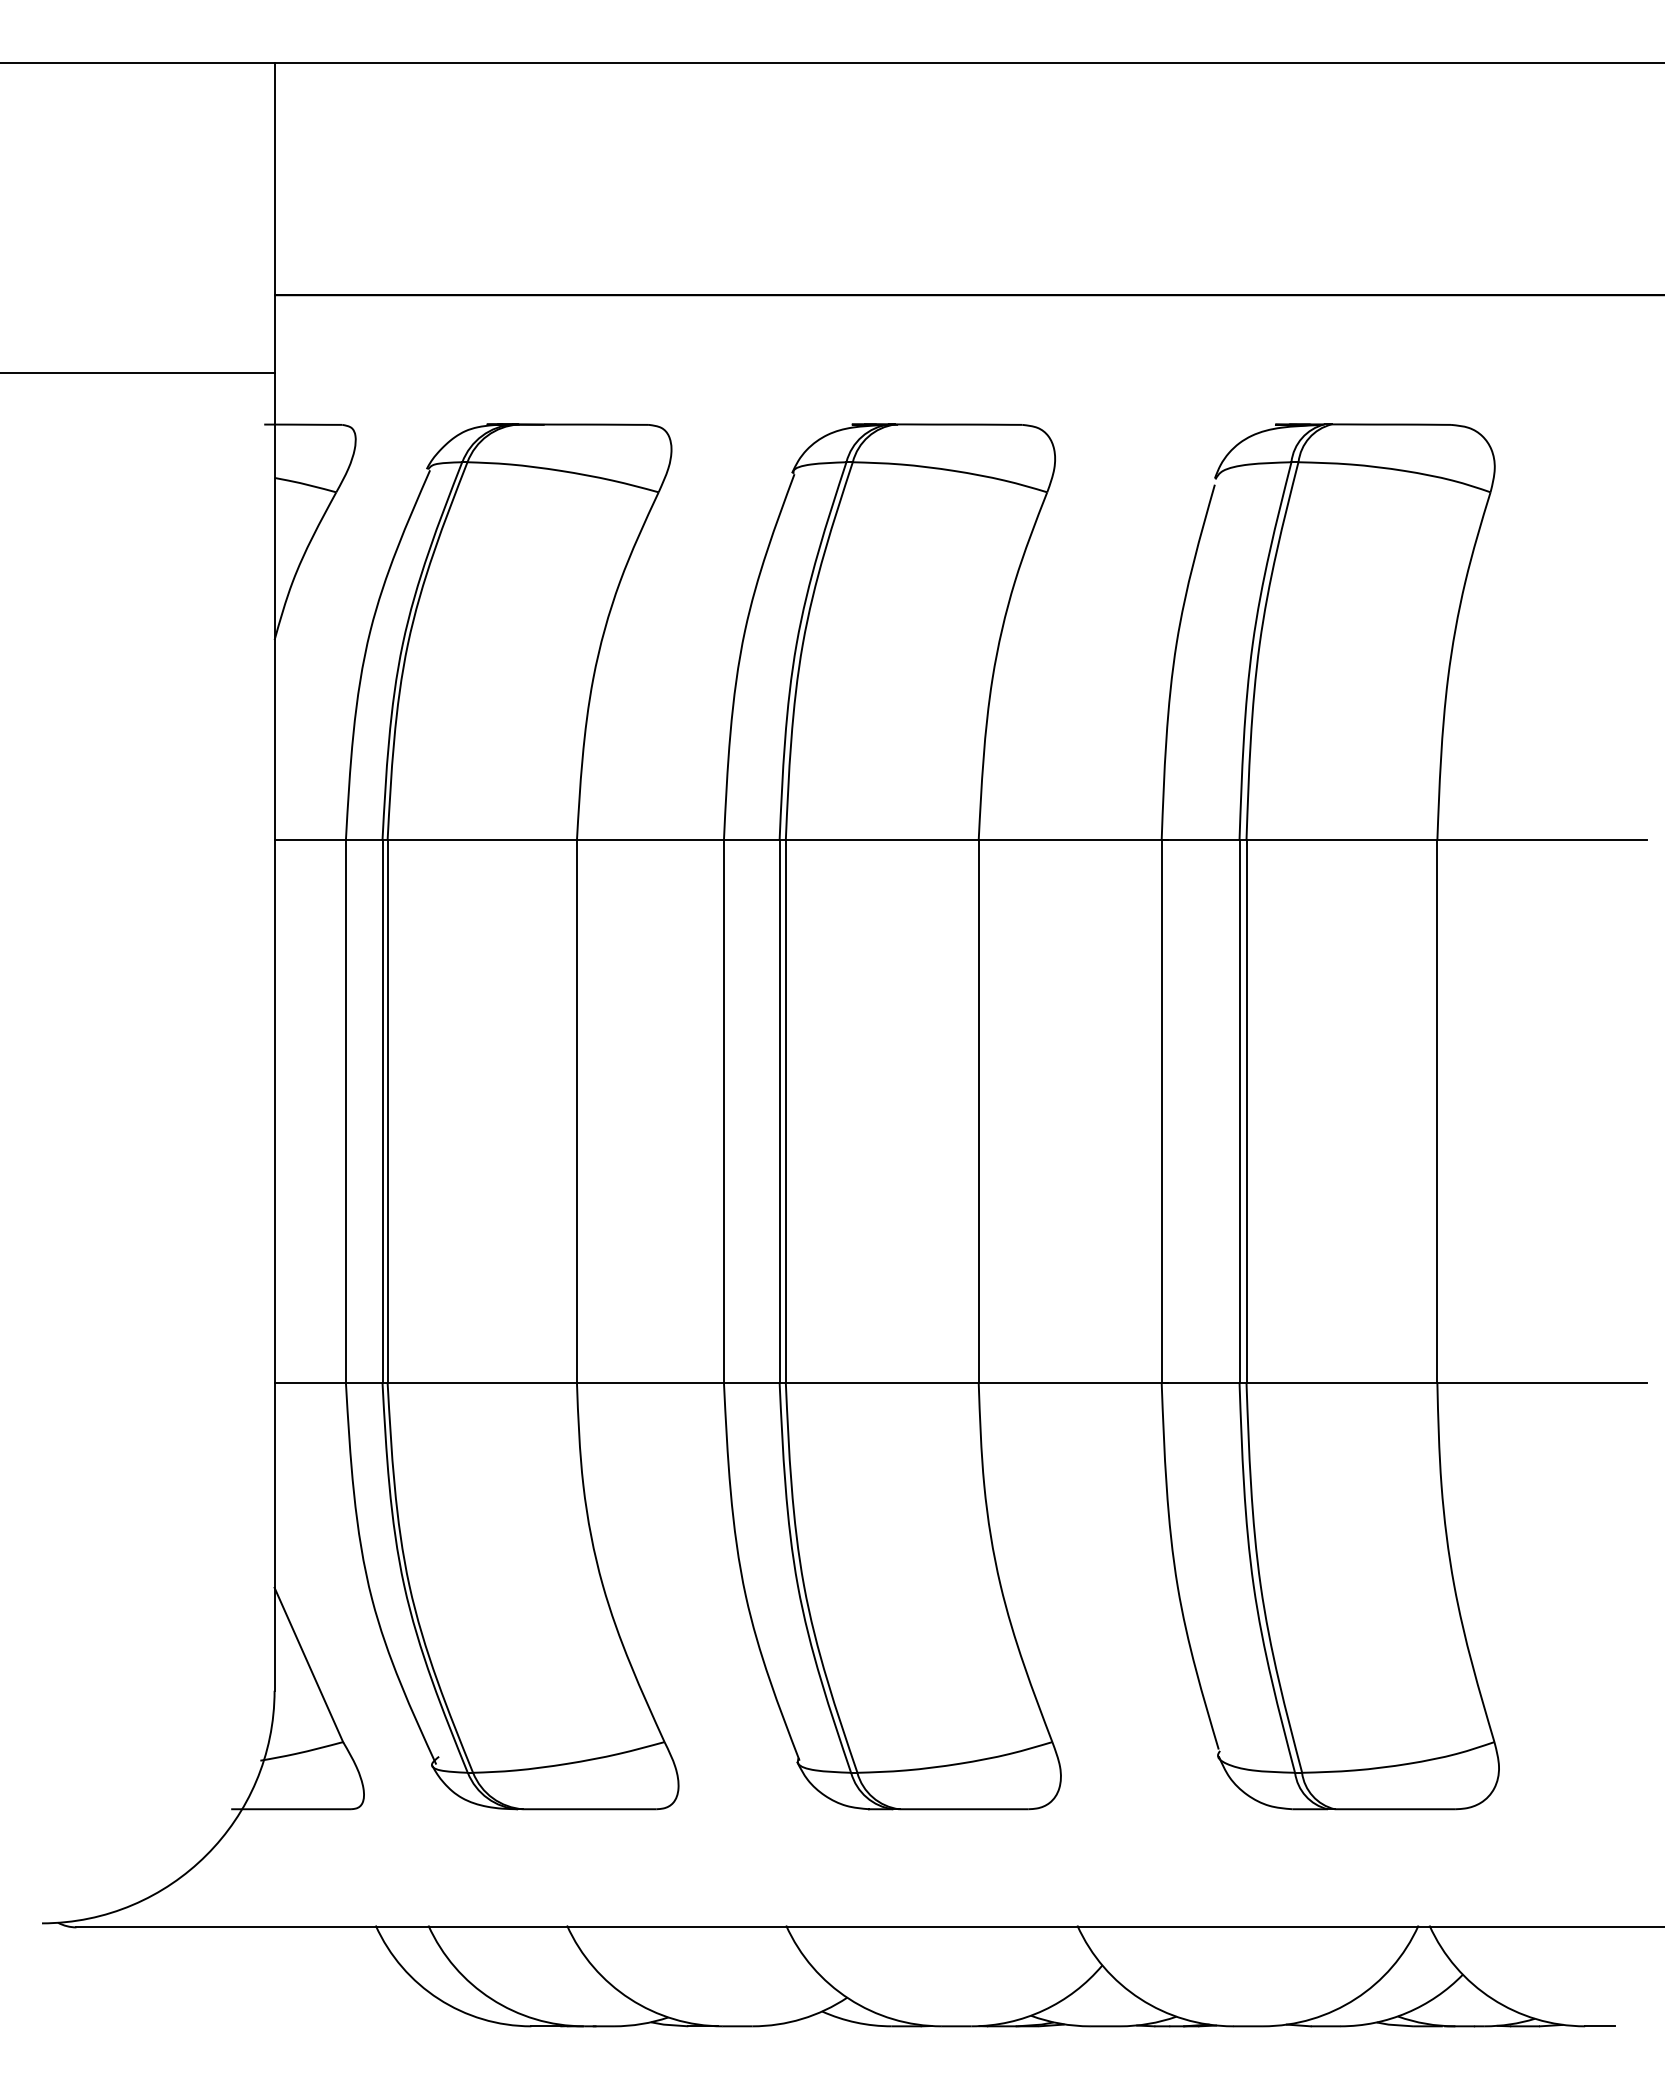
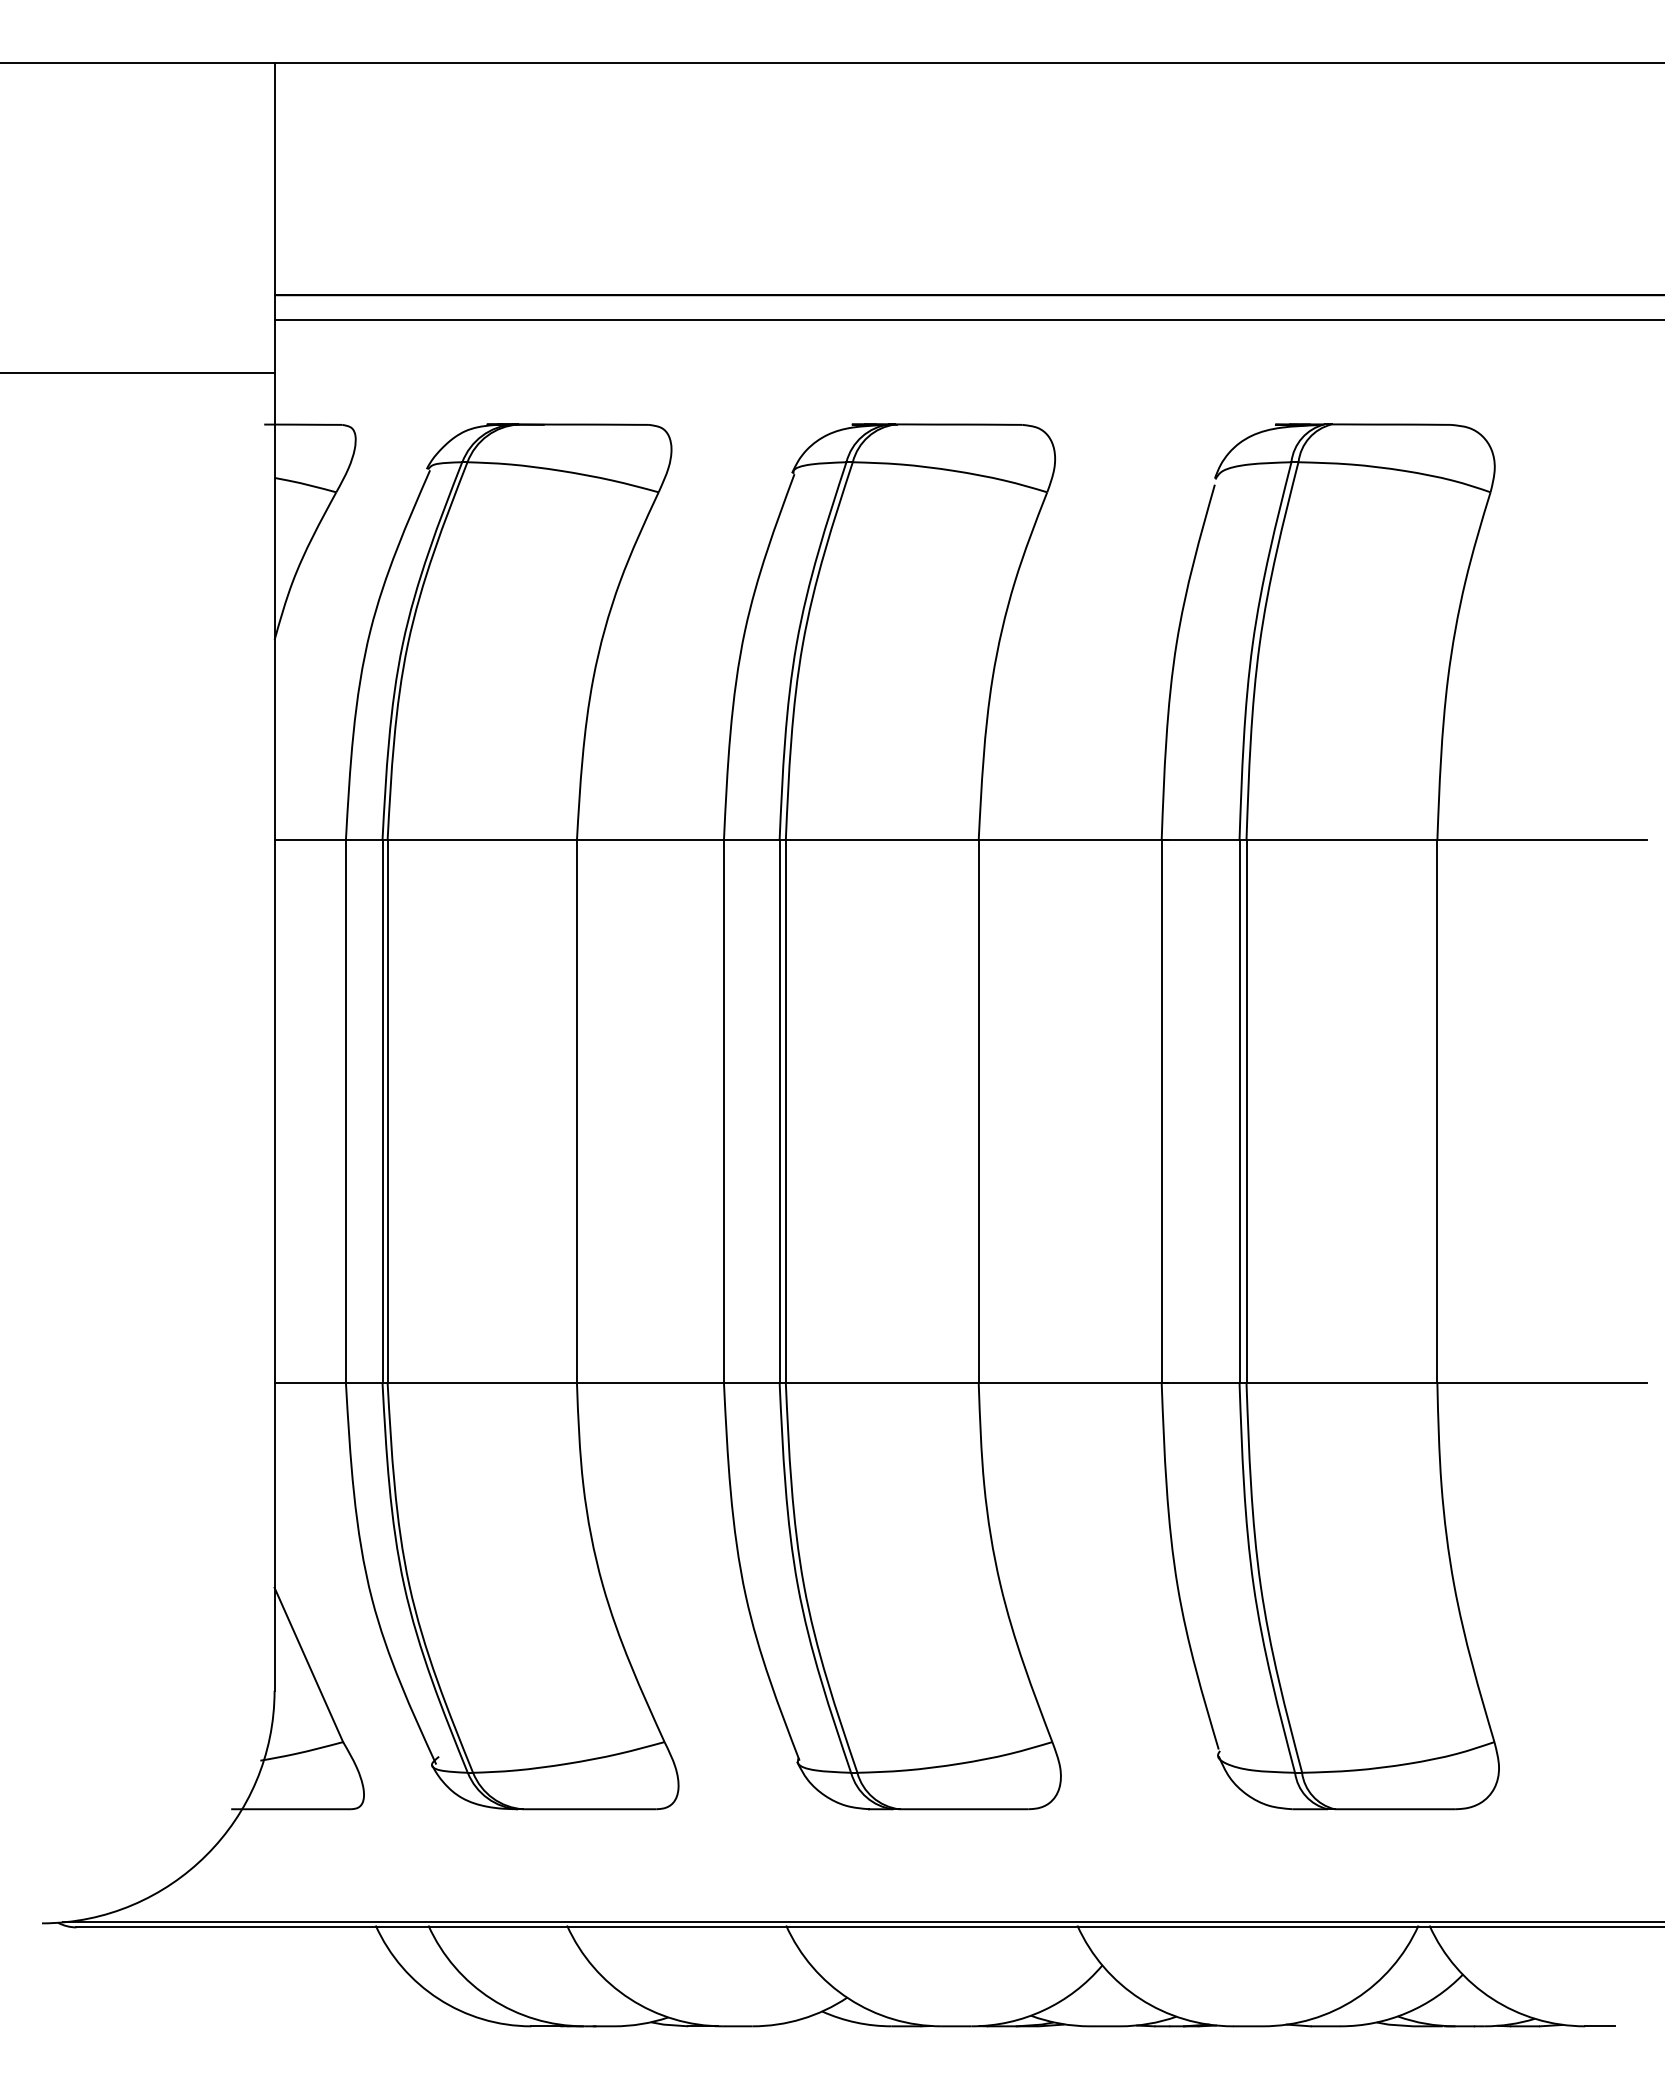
line at (967, 320): none -> present
line at (861, 1922): none -> present
